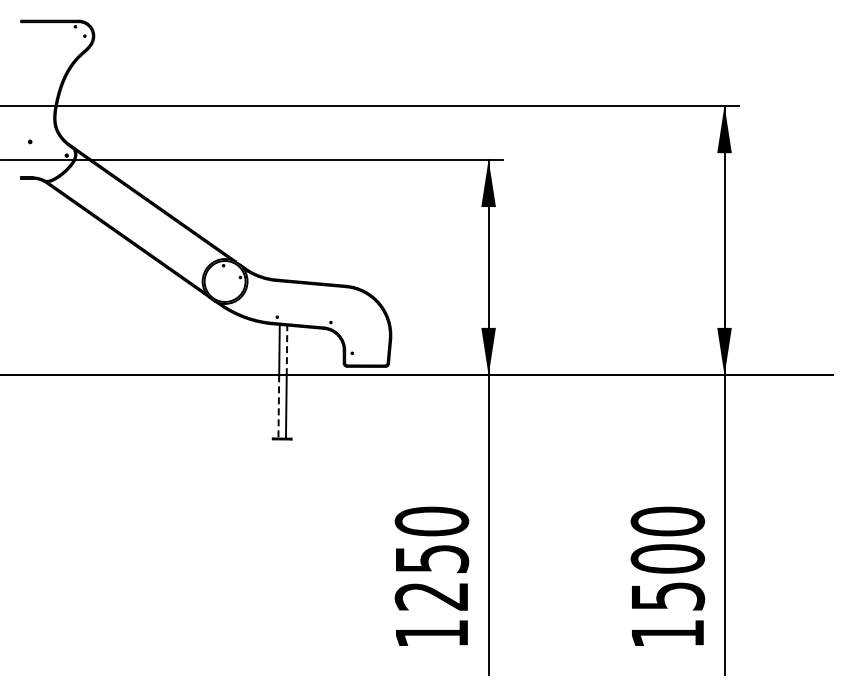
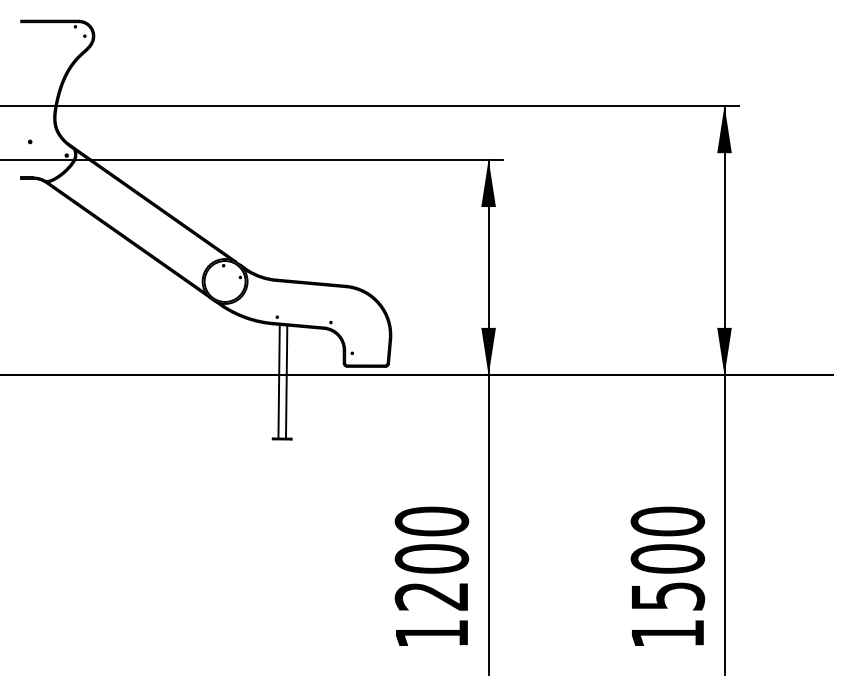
line at (287, 350): dashed -> solid
line at (278, 406): dashed -> solid
text at (431, 558): 1250 -> 1200
